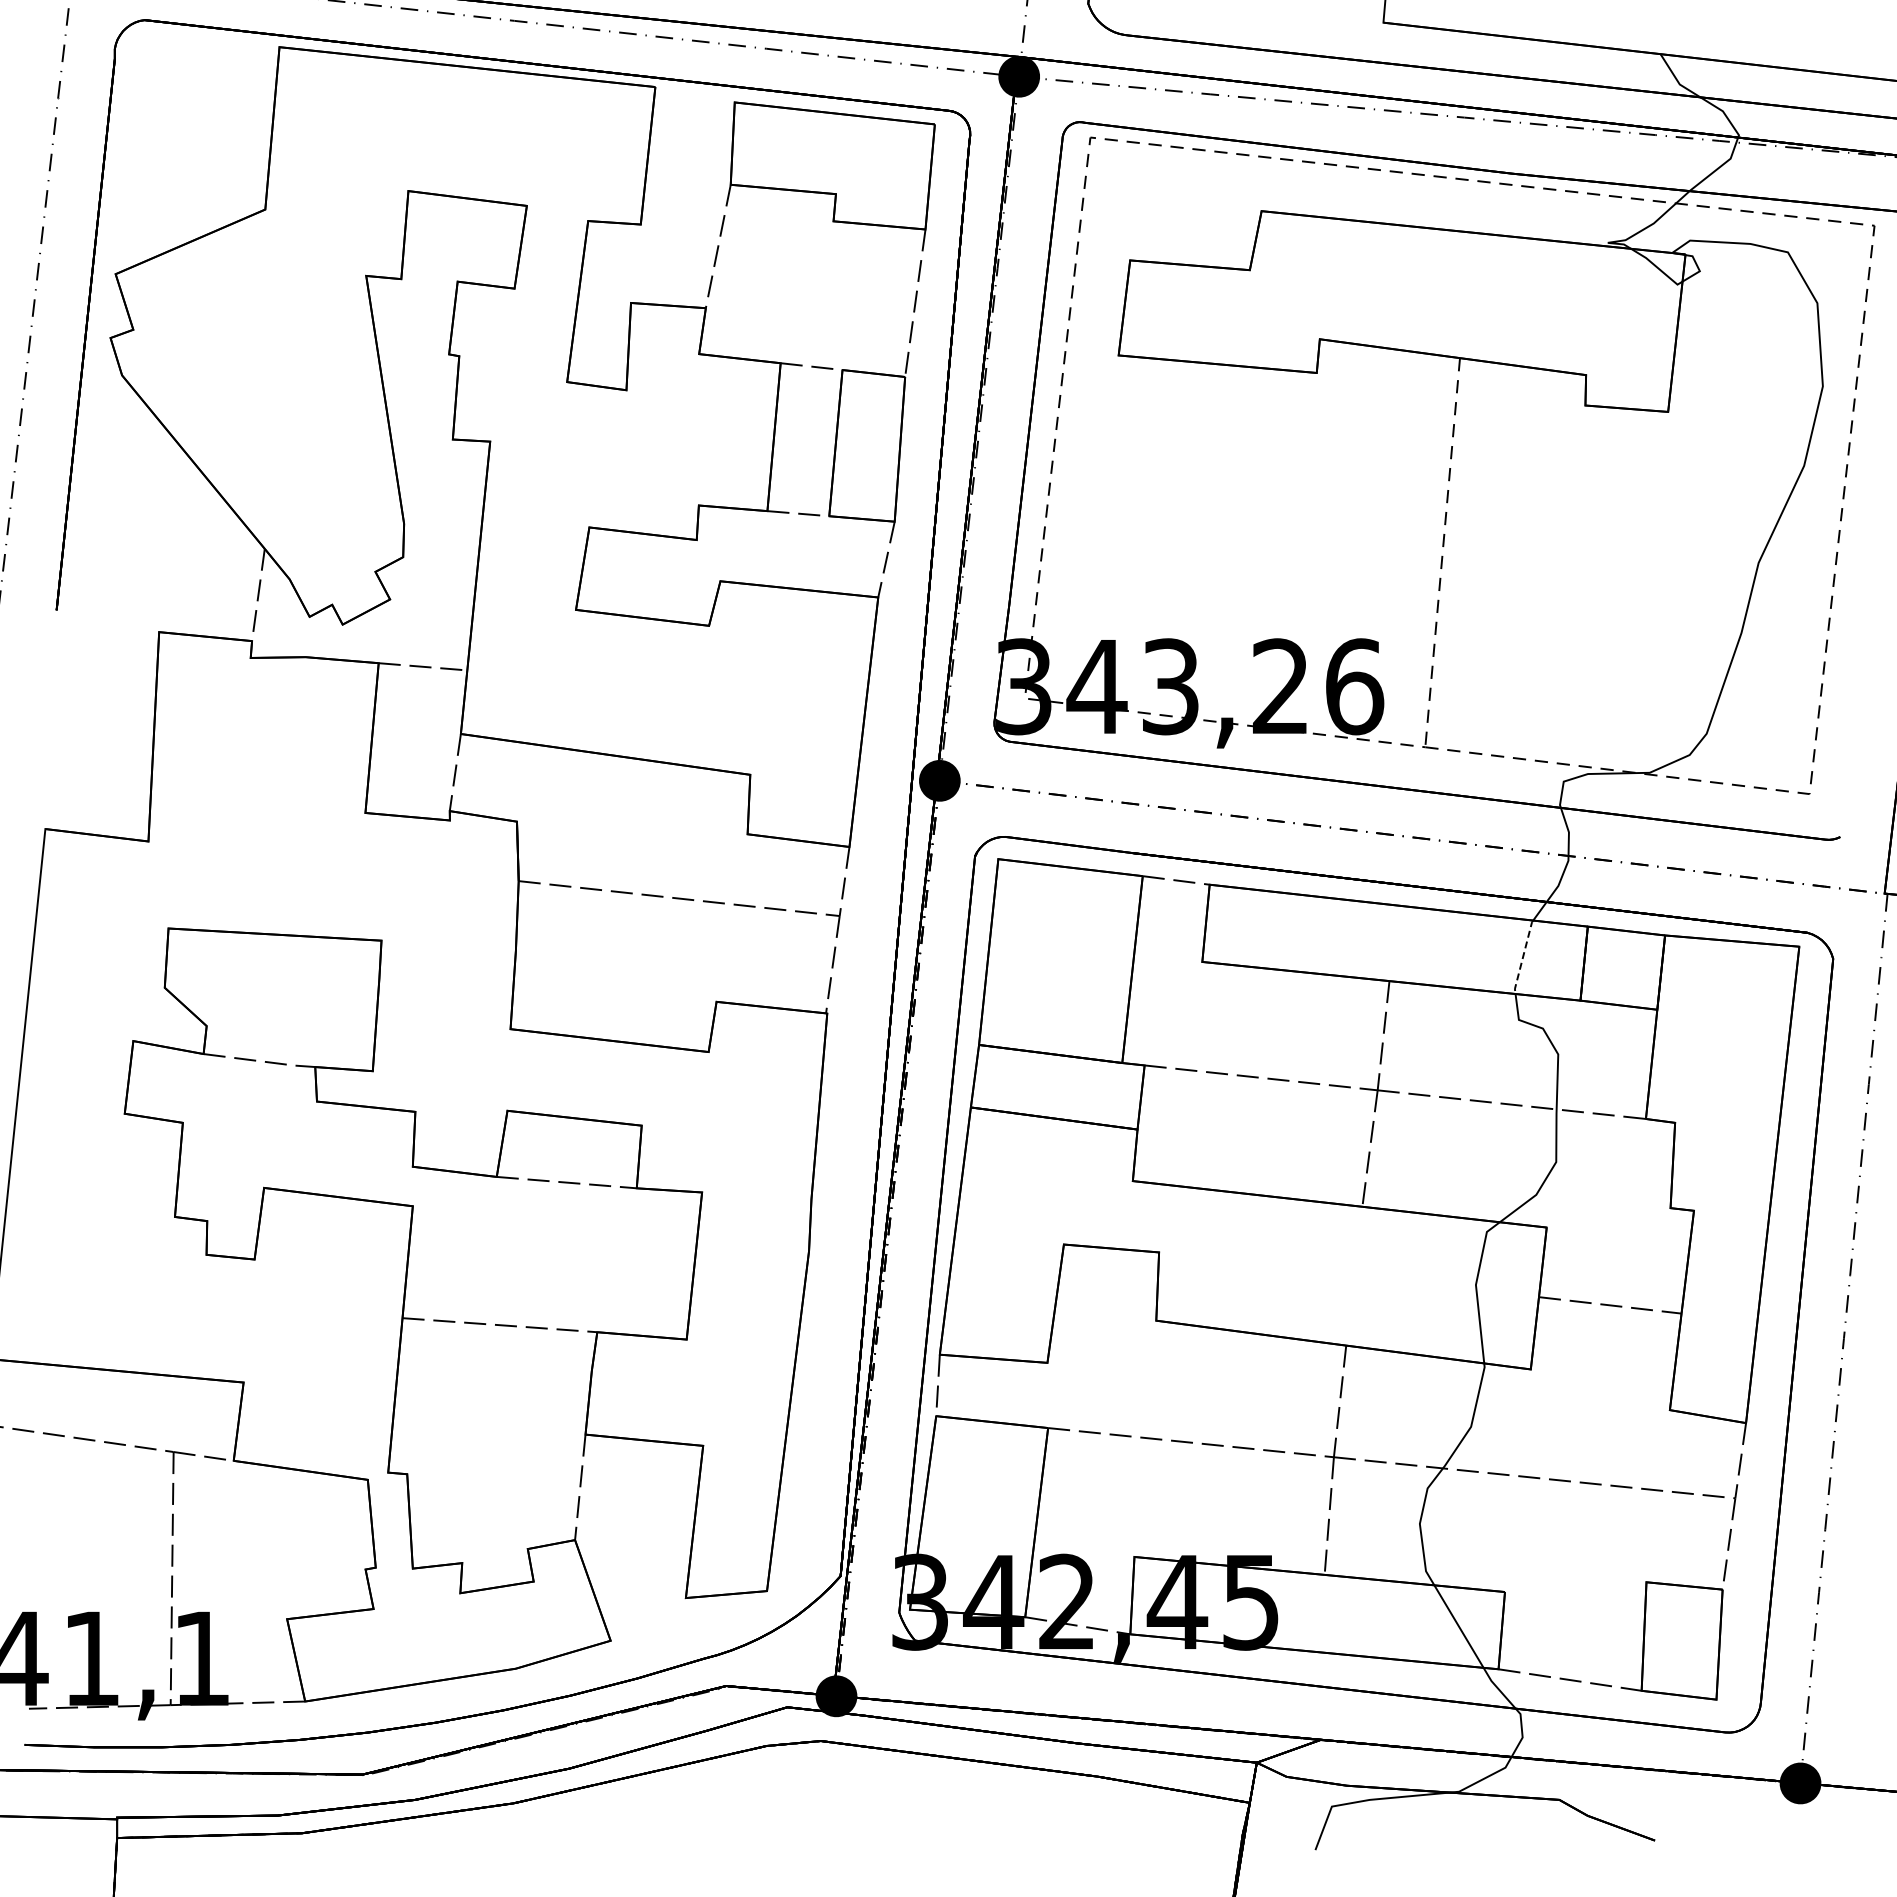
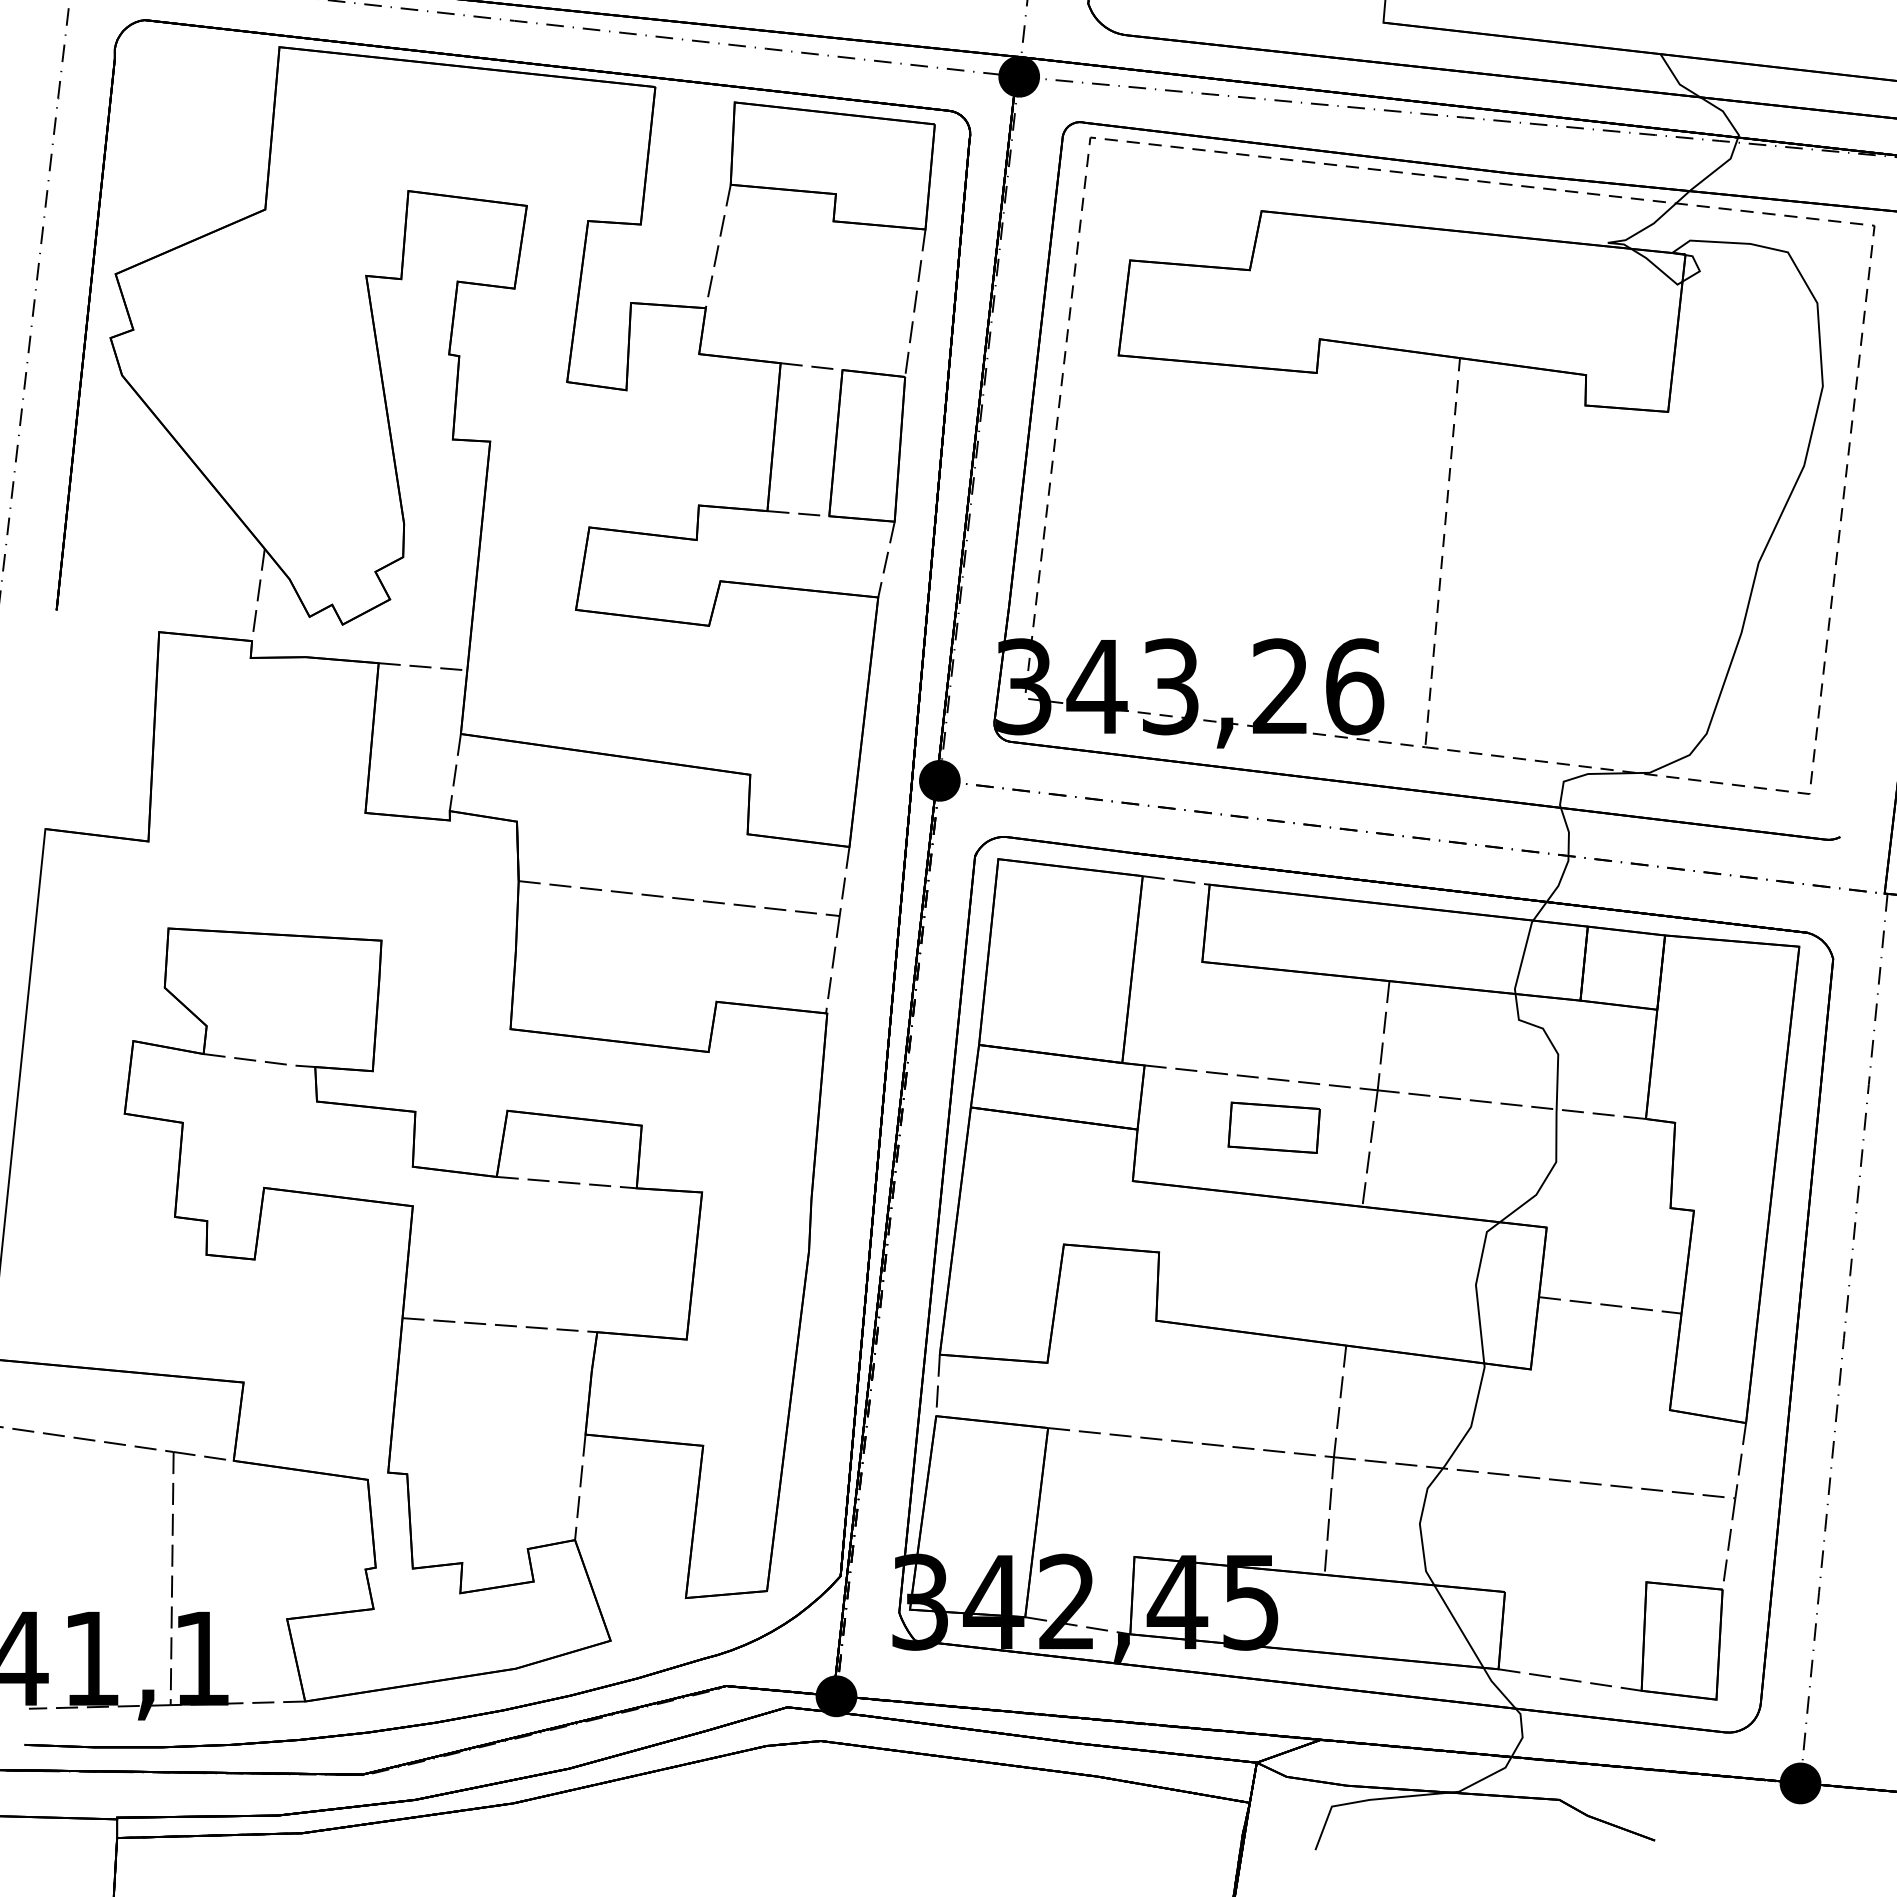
line at (1523, 957): dashed -> solid
part at (1273, 1127): none -> present
